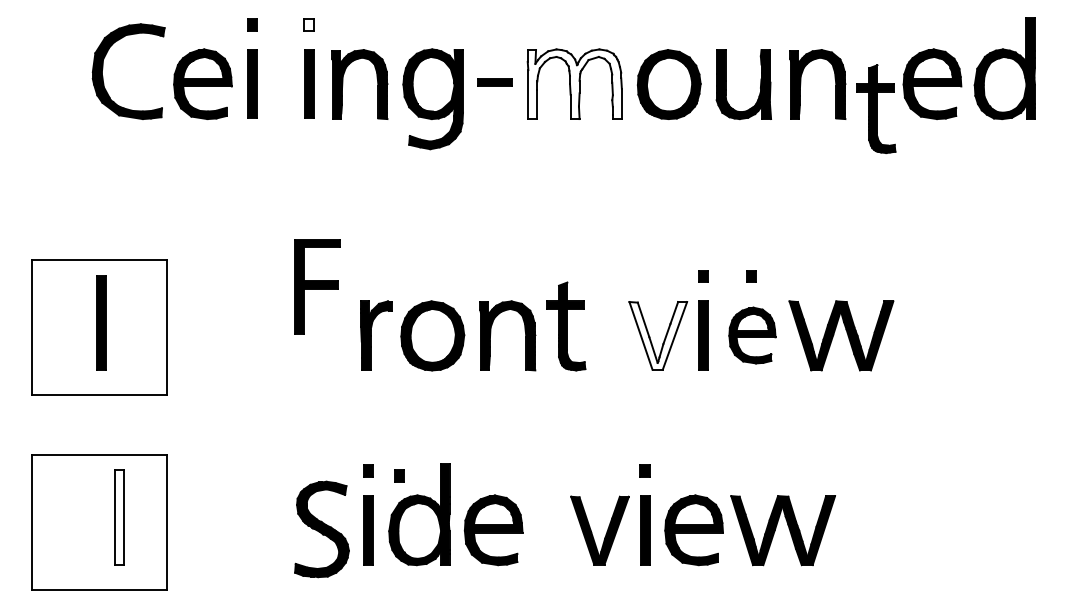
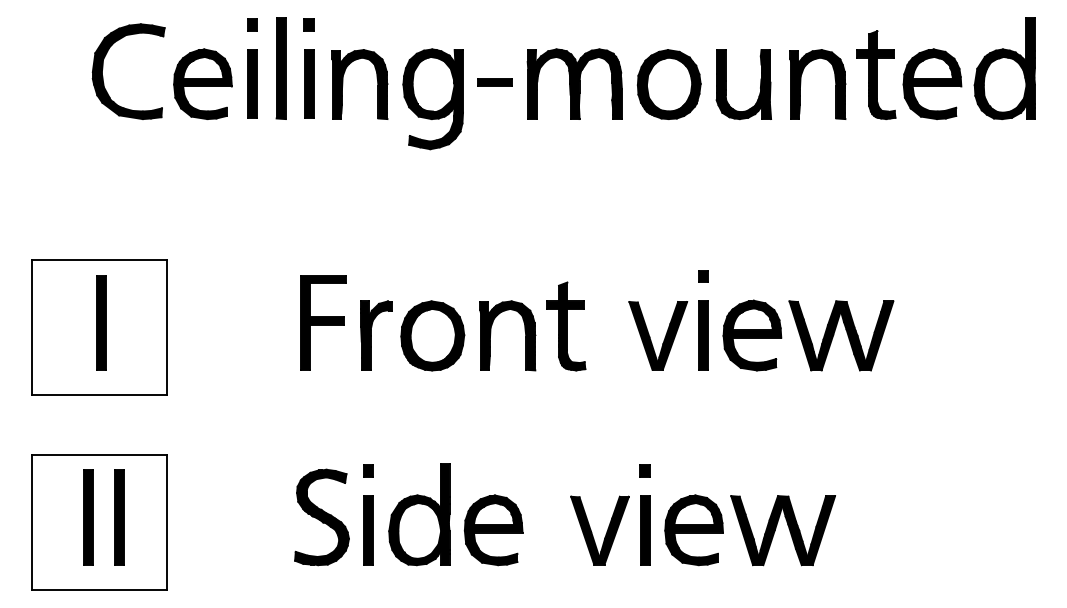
fill at (308, 24): none -> present
part at (280, 68): none -> present
fill at (574, 84): none -> present
part at (876, 108) position: (876, 108) -> (876, 74)
part at (751, 276): present -> none
part at (317, 286) position: (317, 286) -> (323, 322)
fill at (658, 335): none -> present
part at (752, 335) size: 49x59 px -> 61x73 px
part at (399, 475): present -> none
part at (88, 517): none -> present
fill at (119, 517): none -> present
part at (321, 529) position: (321, 529) -> (321, 517)
